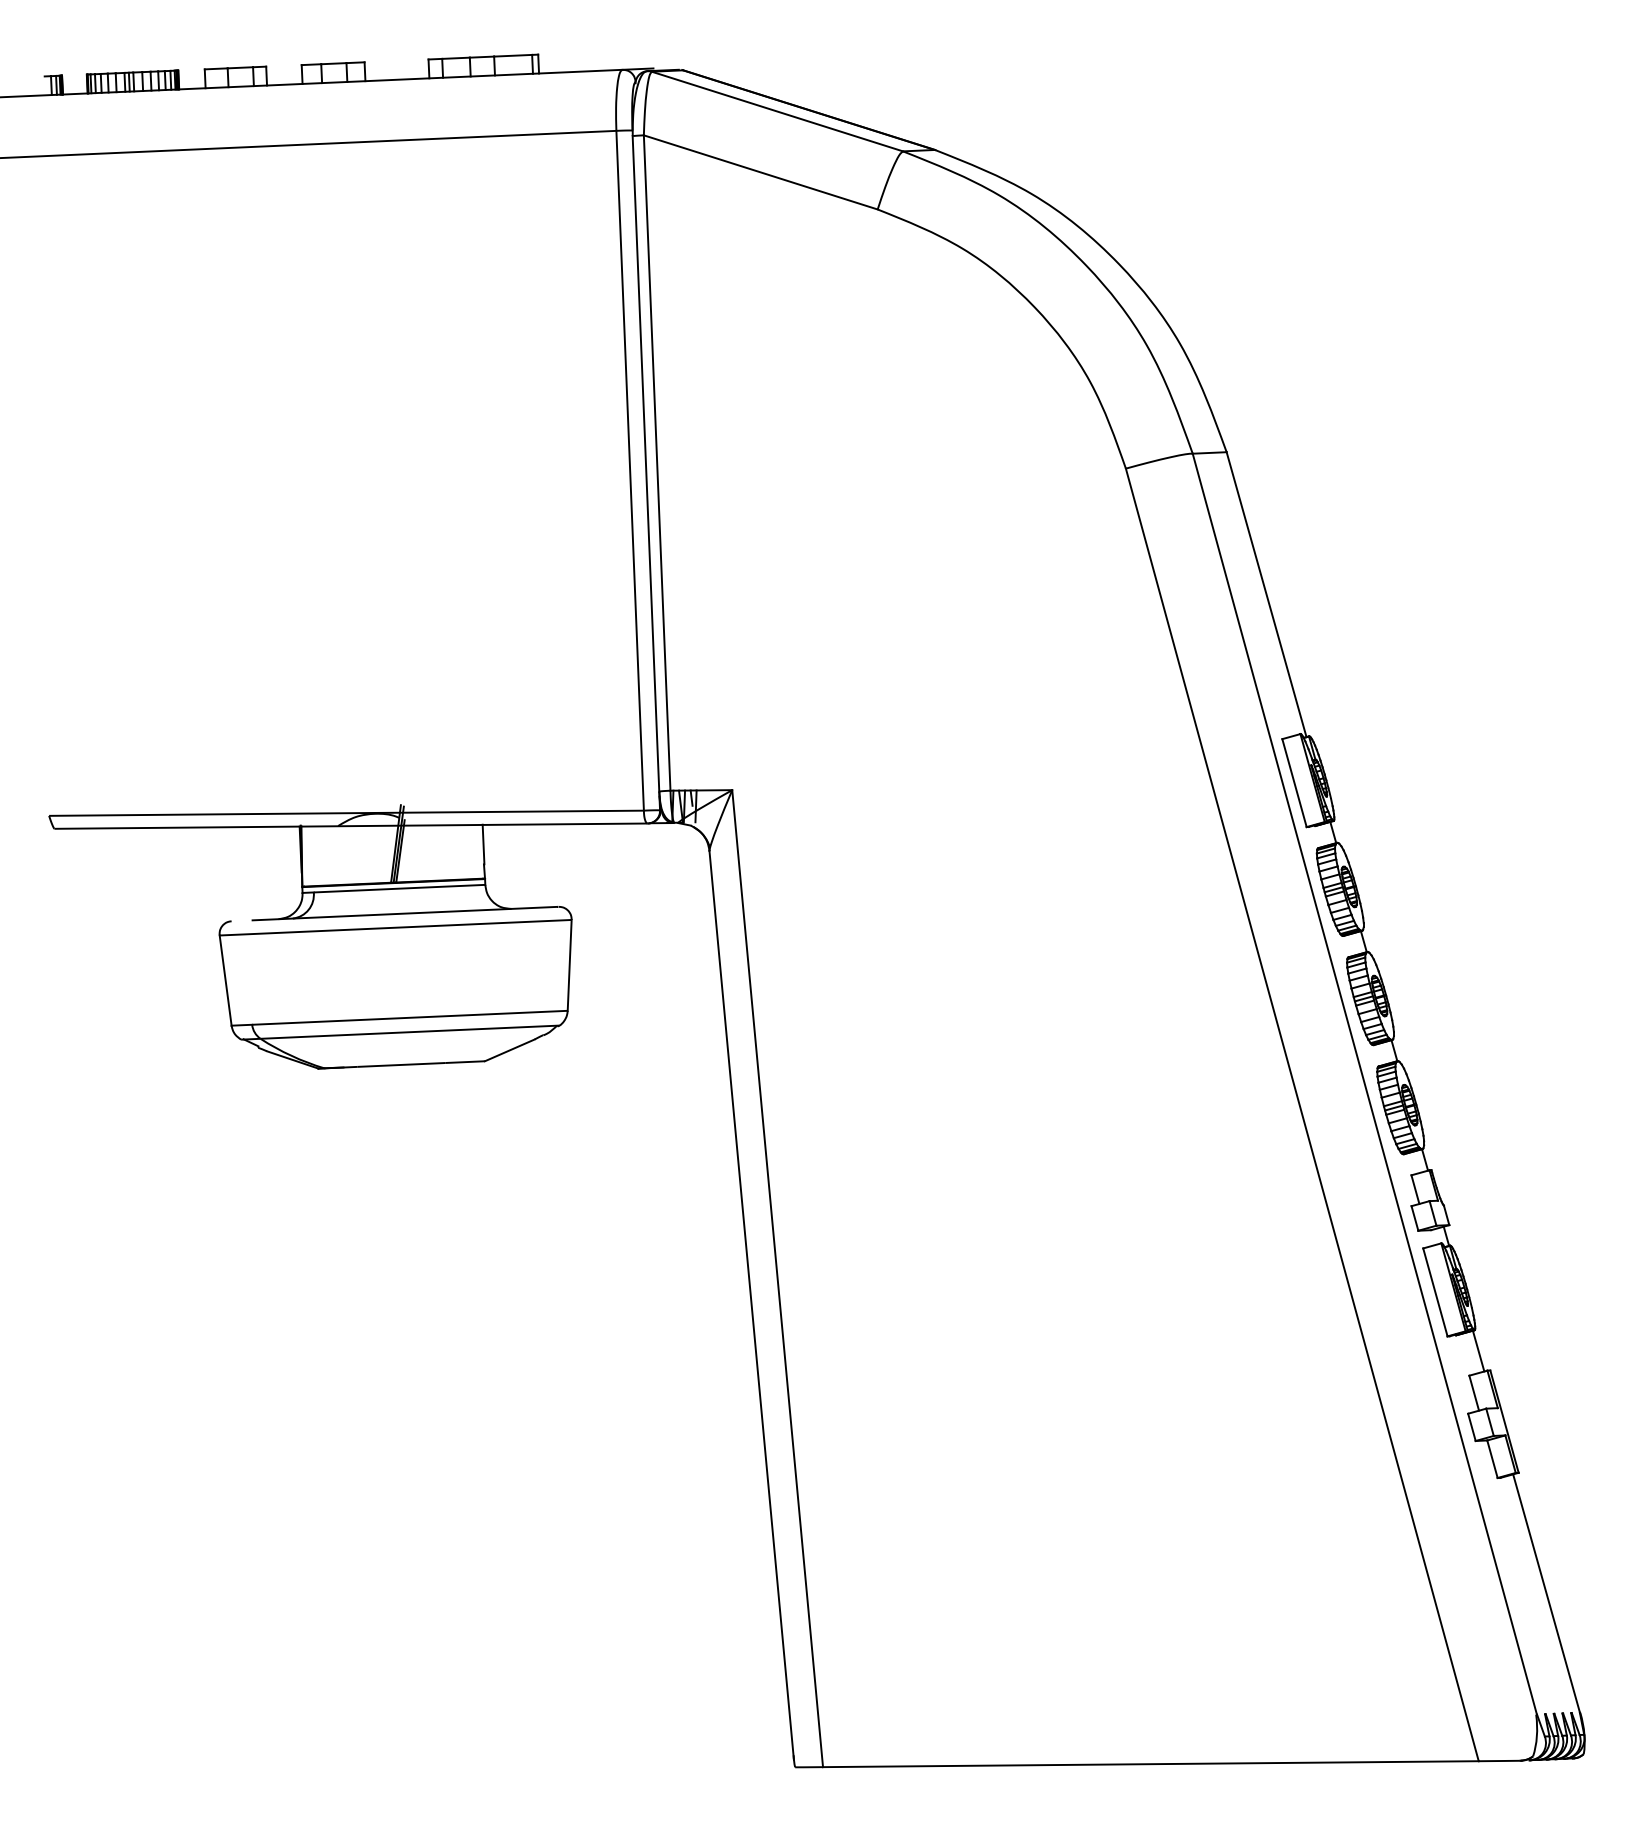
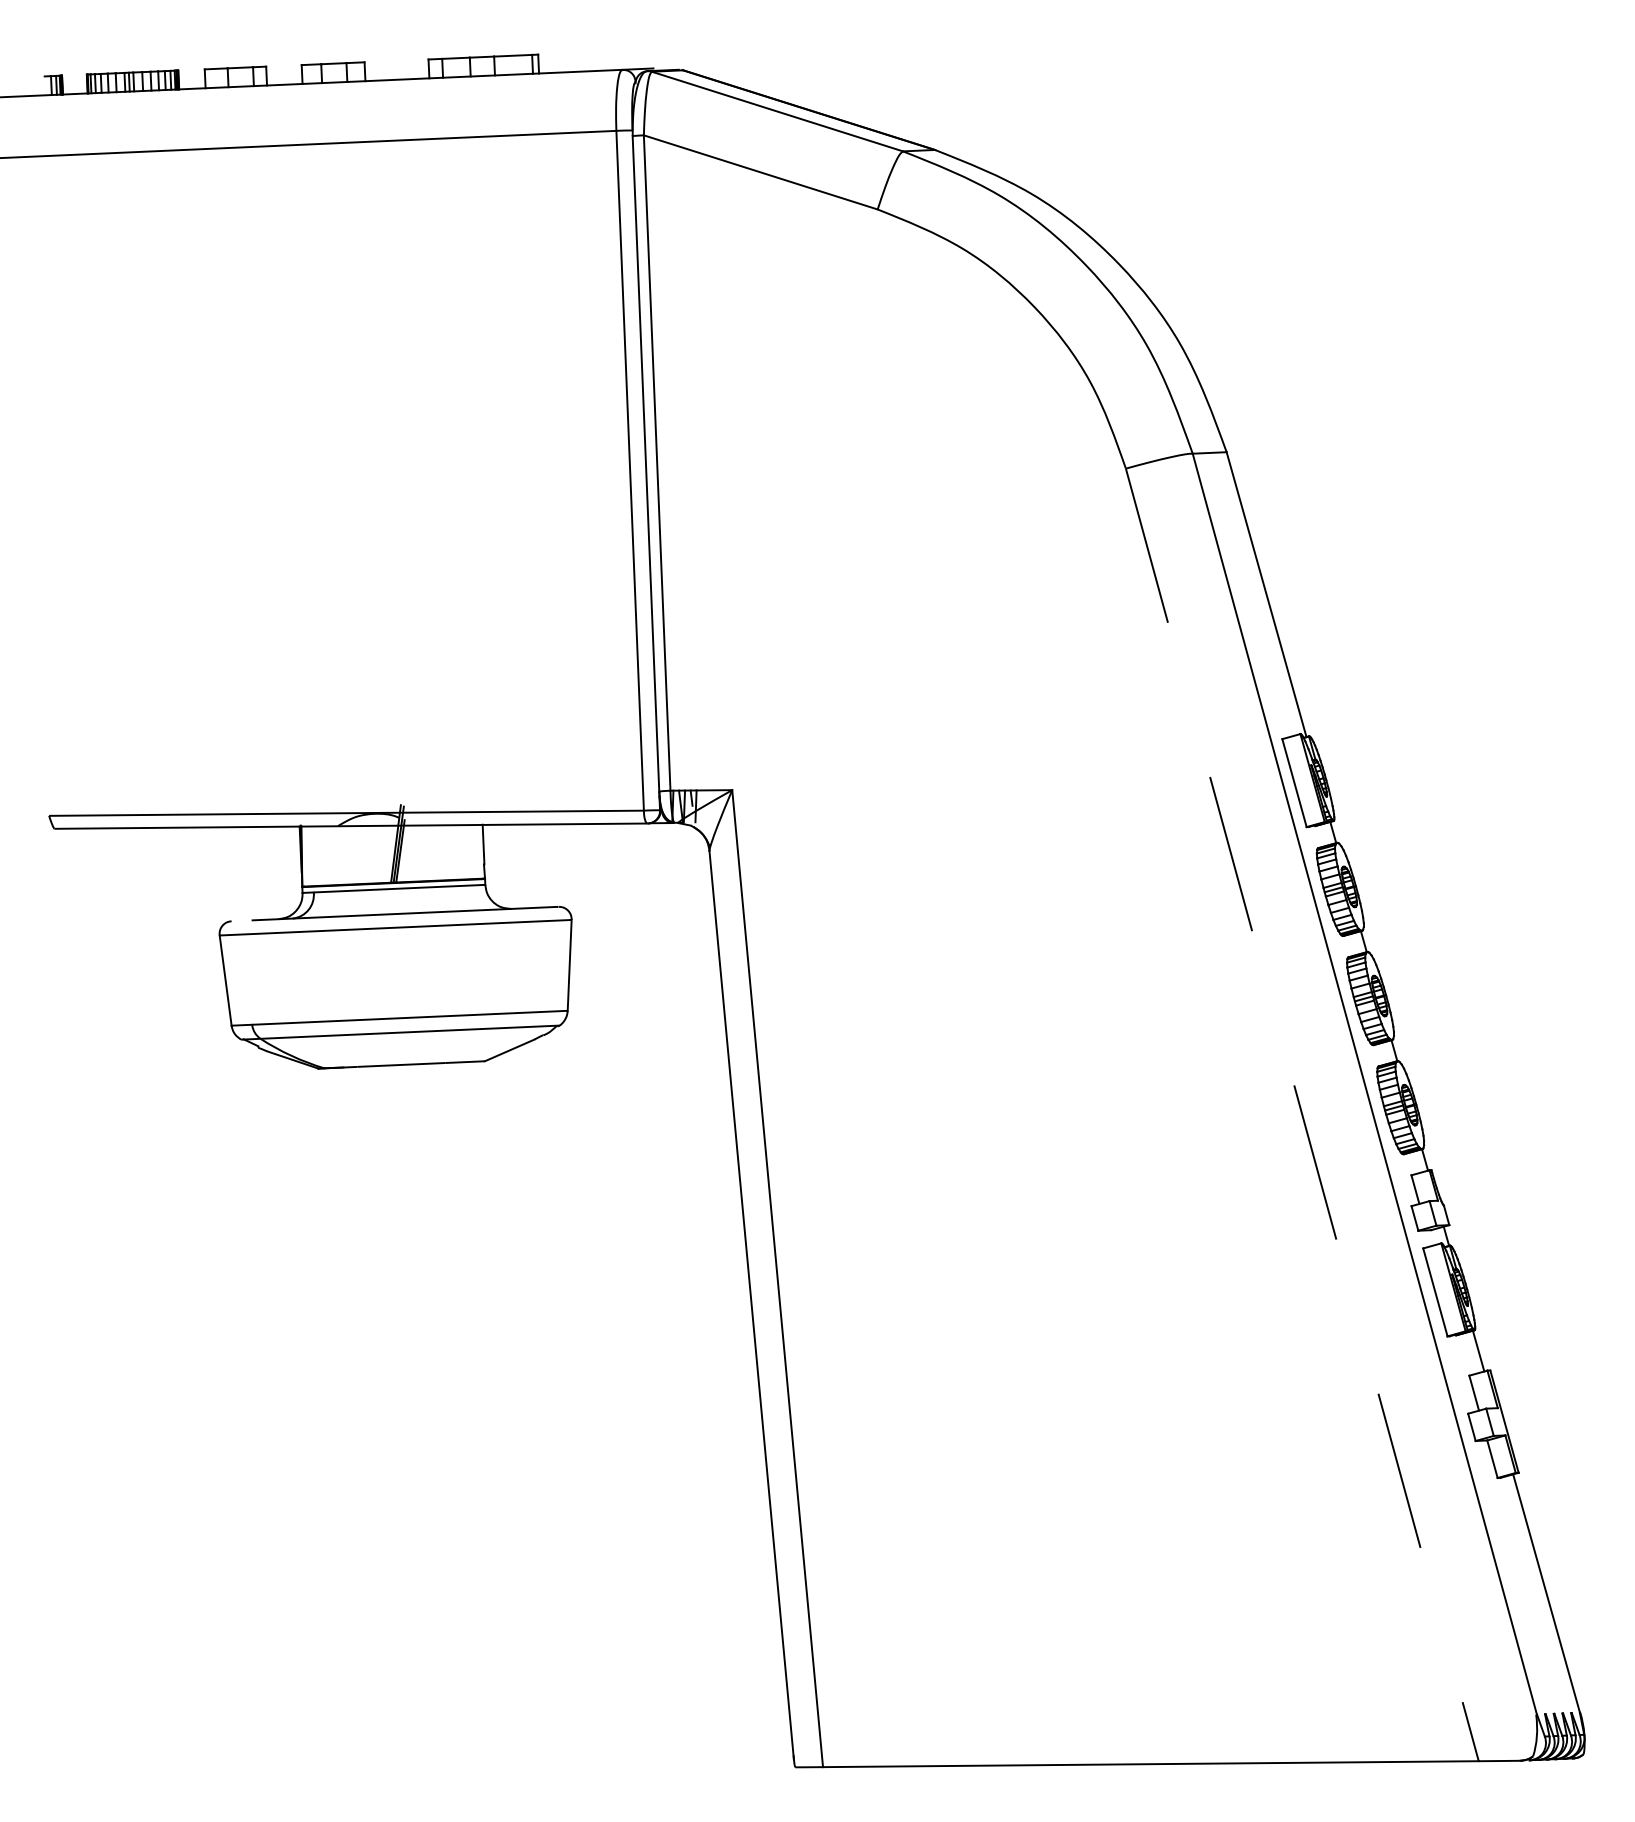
line at (1302, 1114): solid -> dashed
